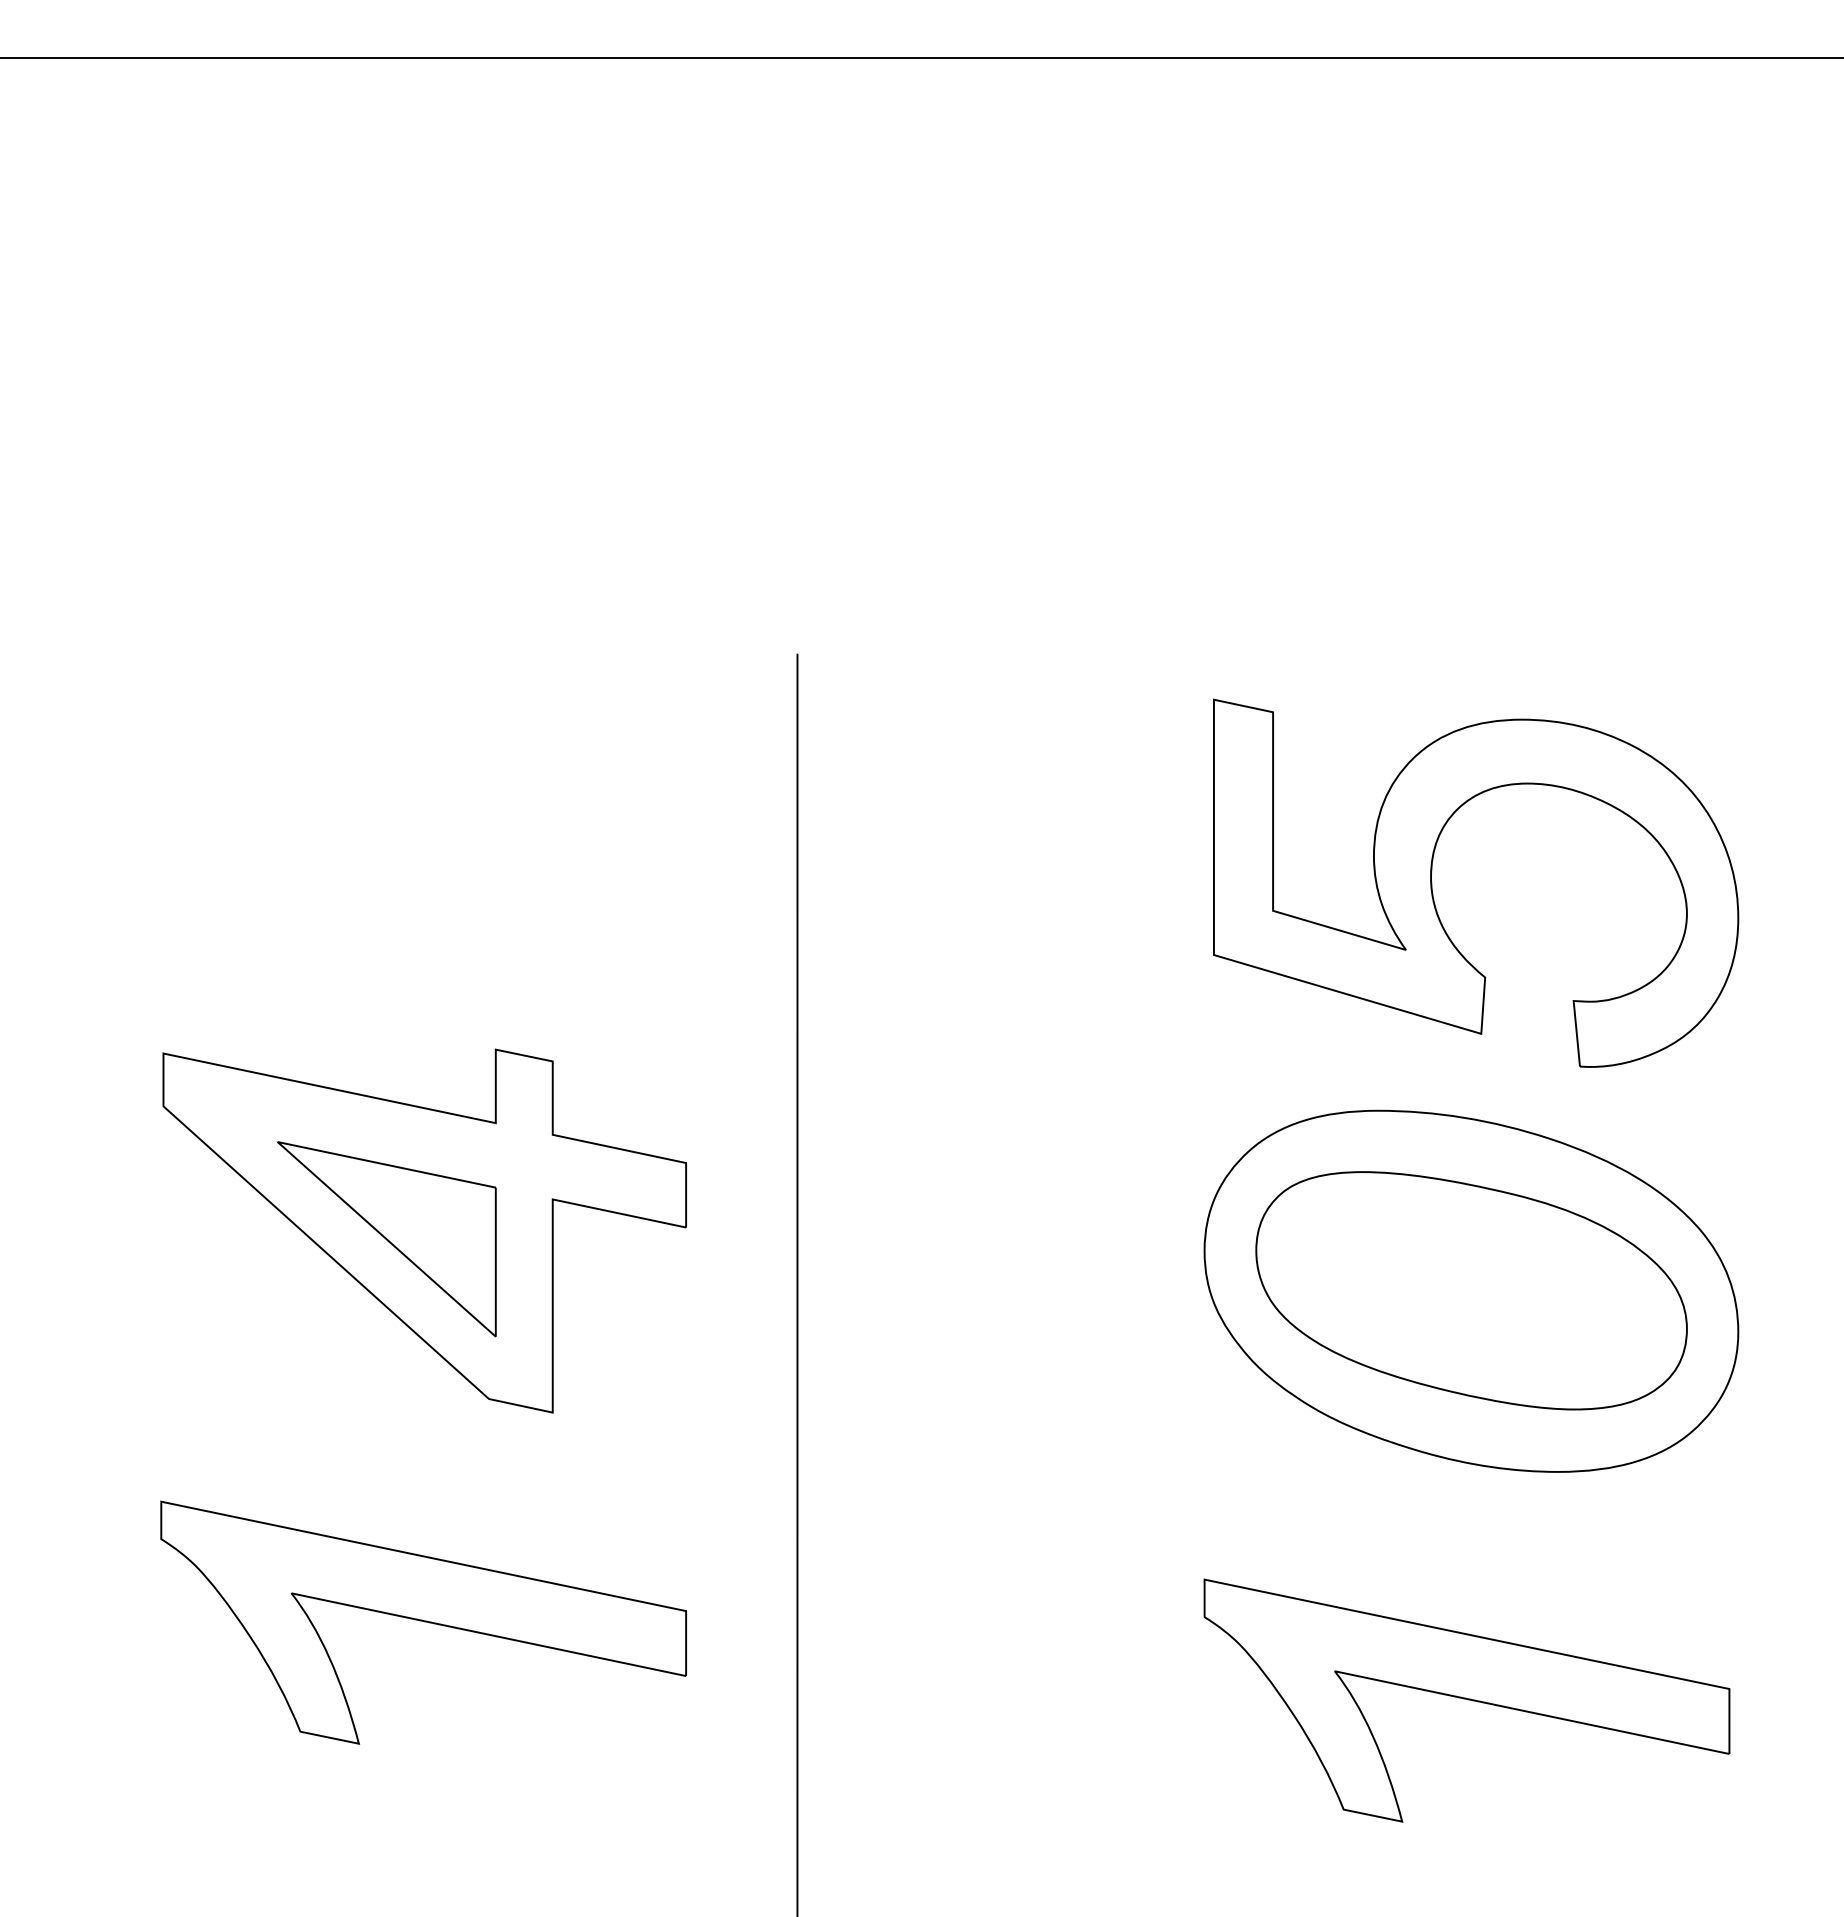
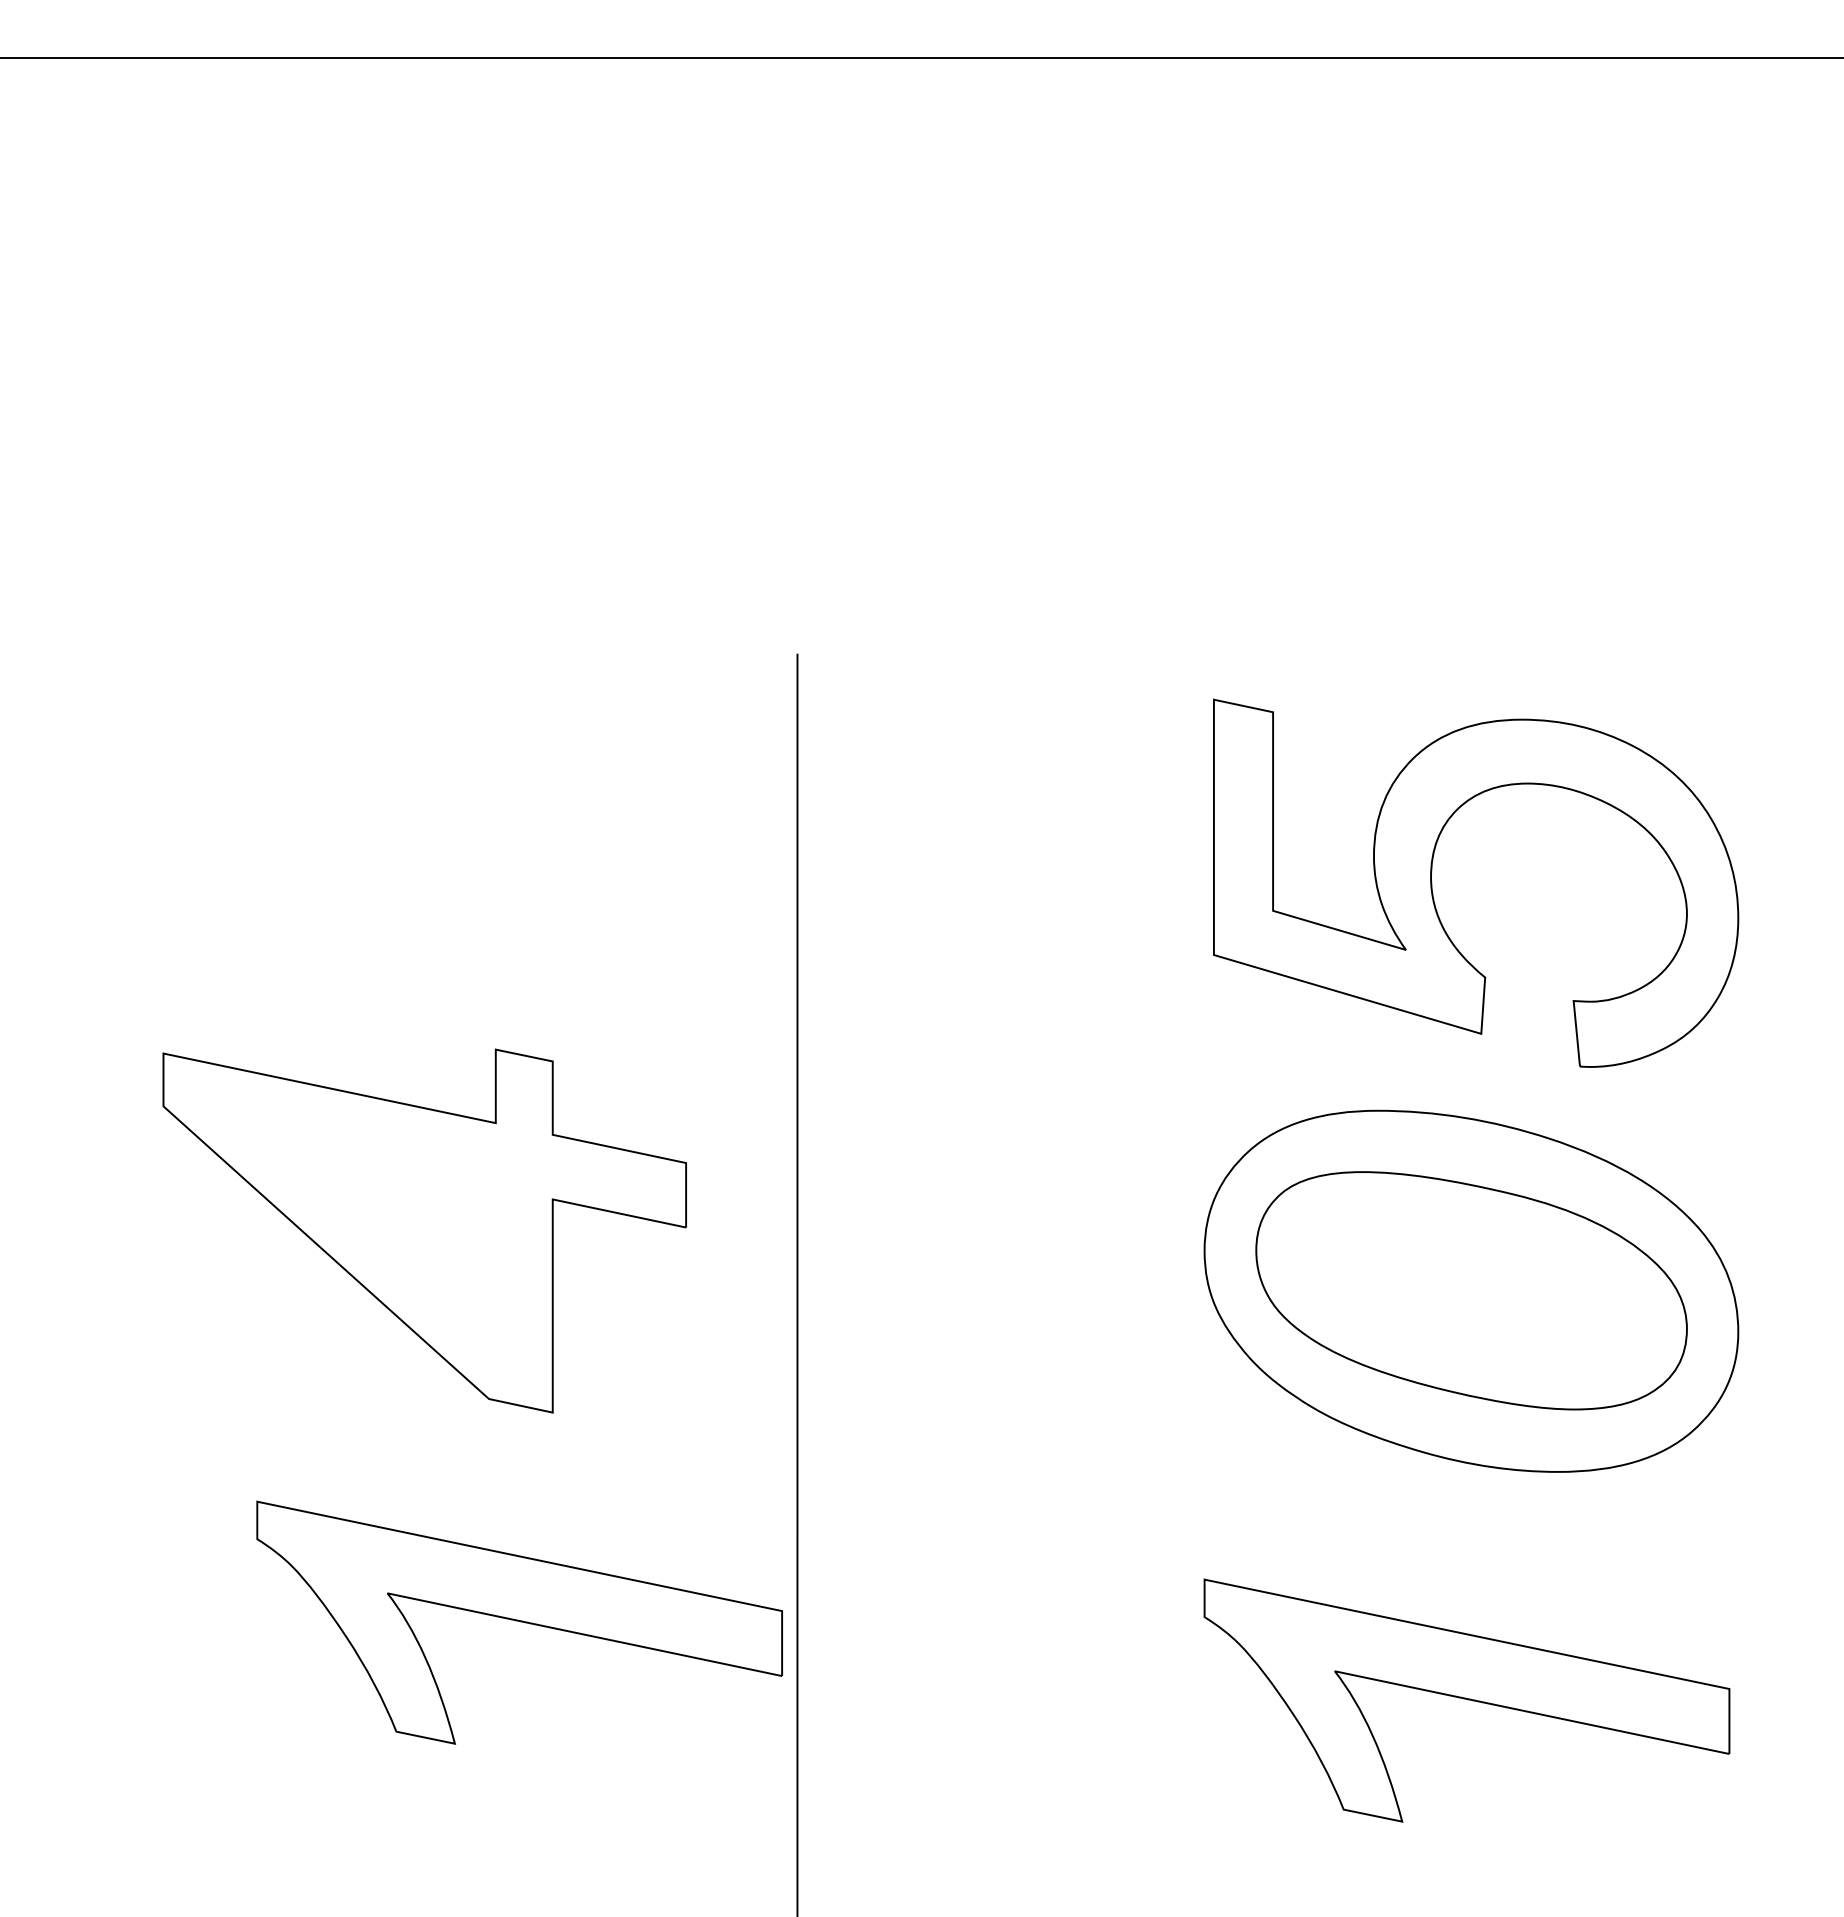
part at (386, 1239): present -> none
part at (423, 1622) position: (423, 1622) -> (519, 1622)
